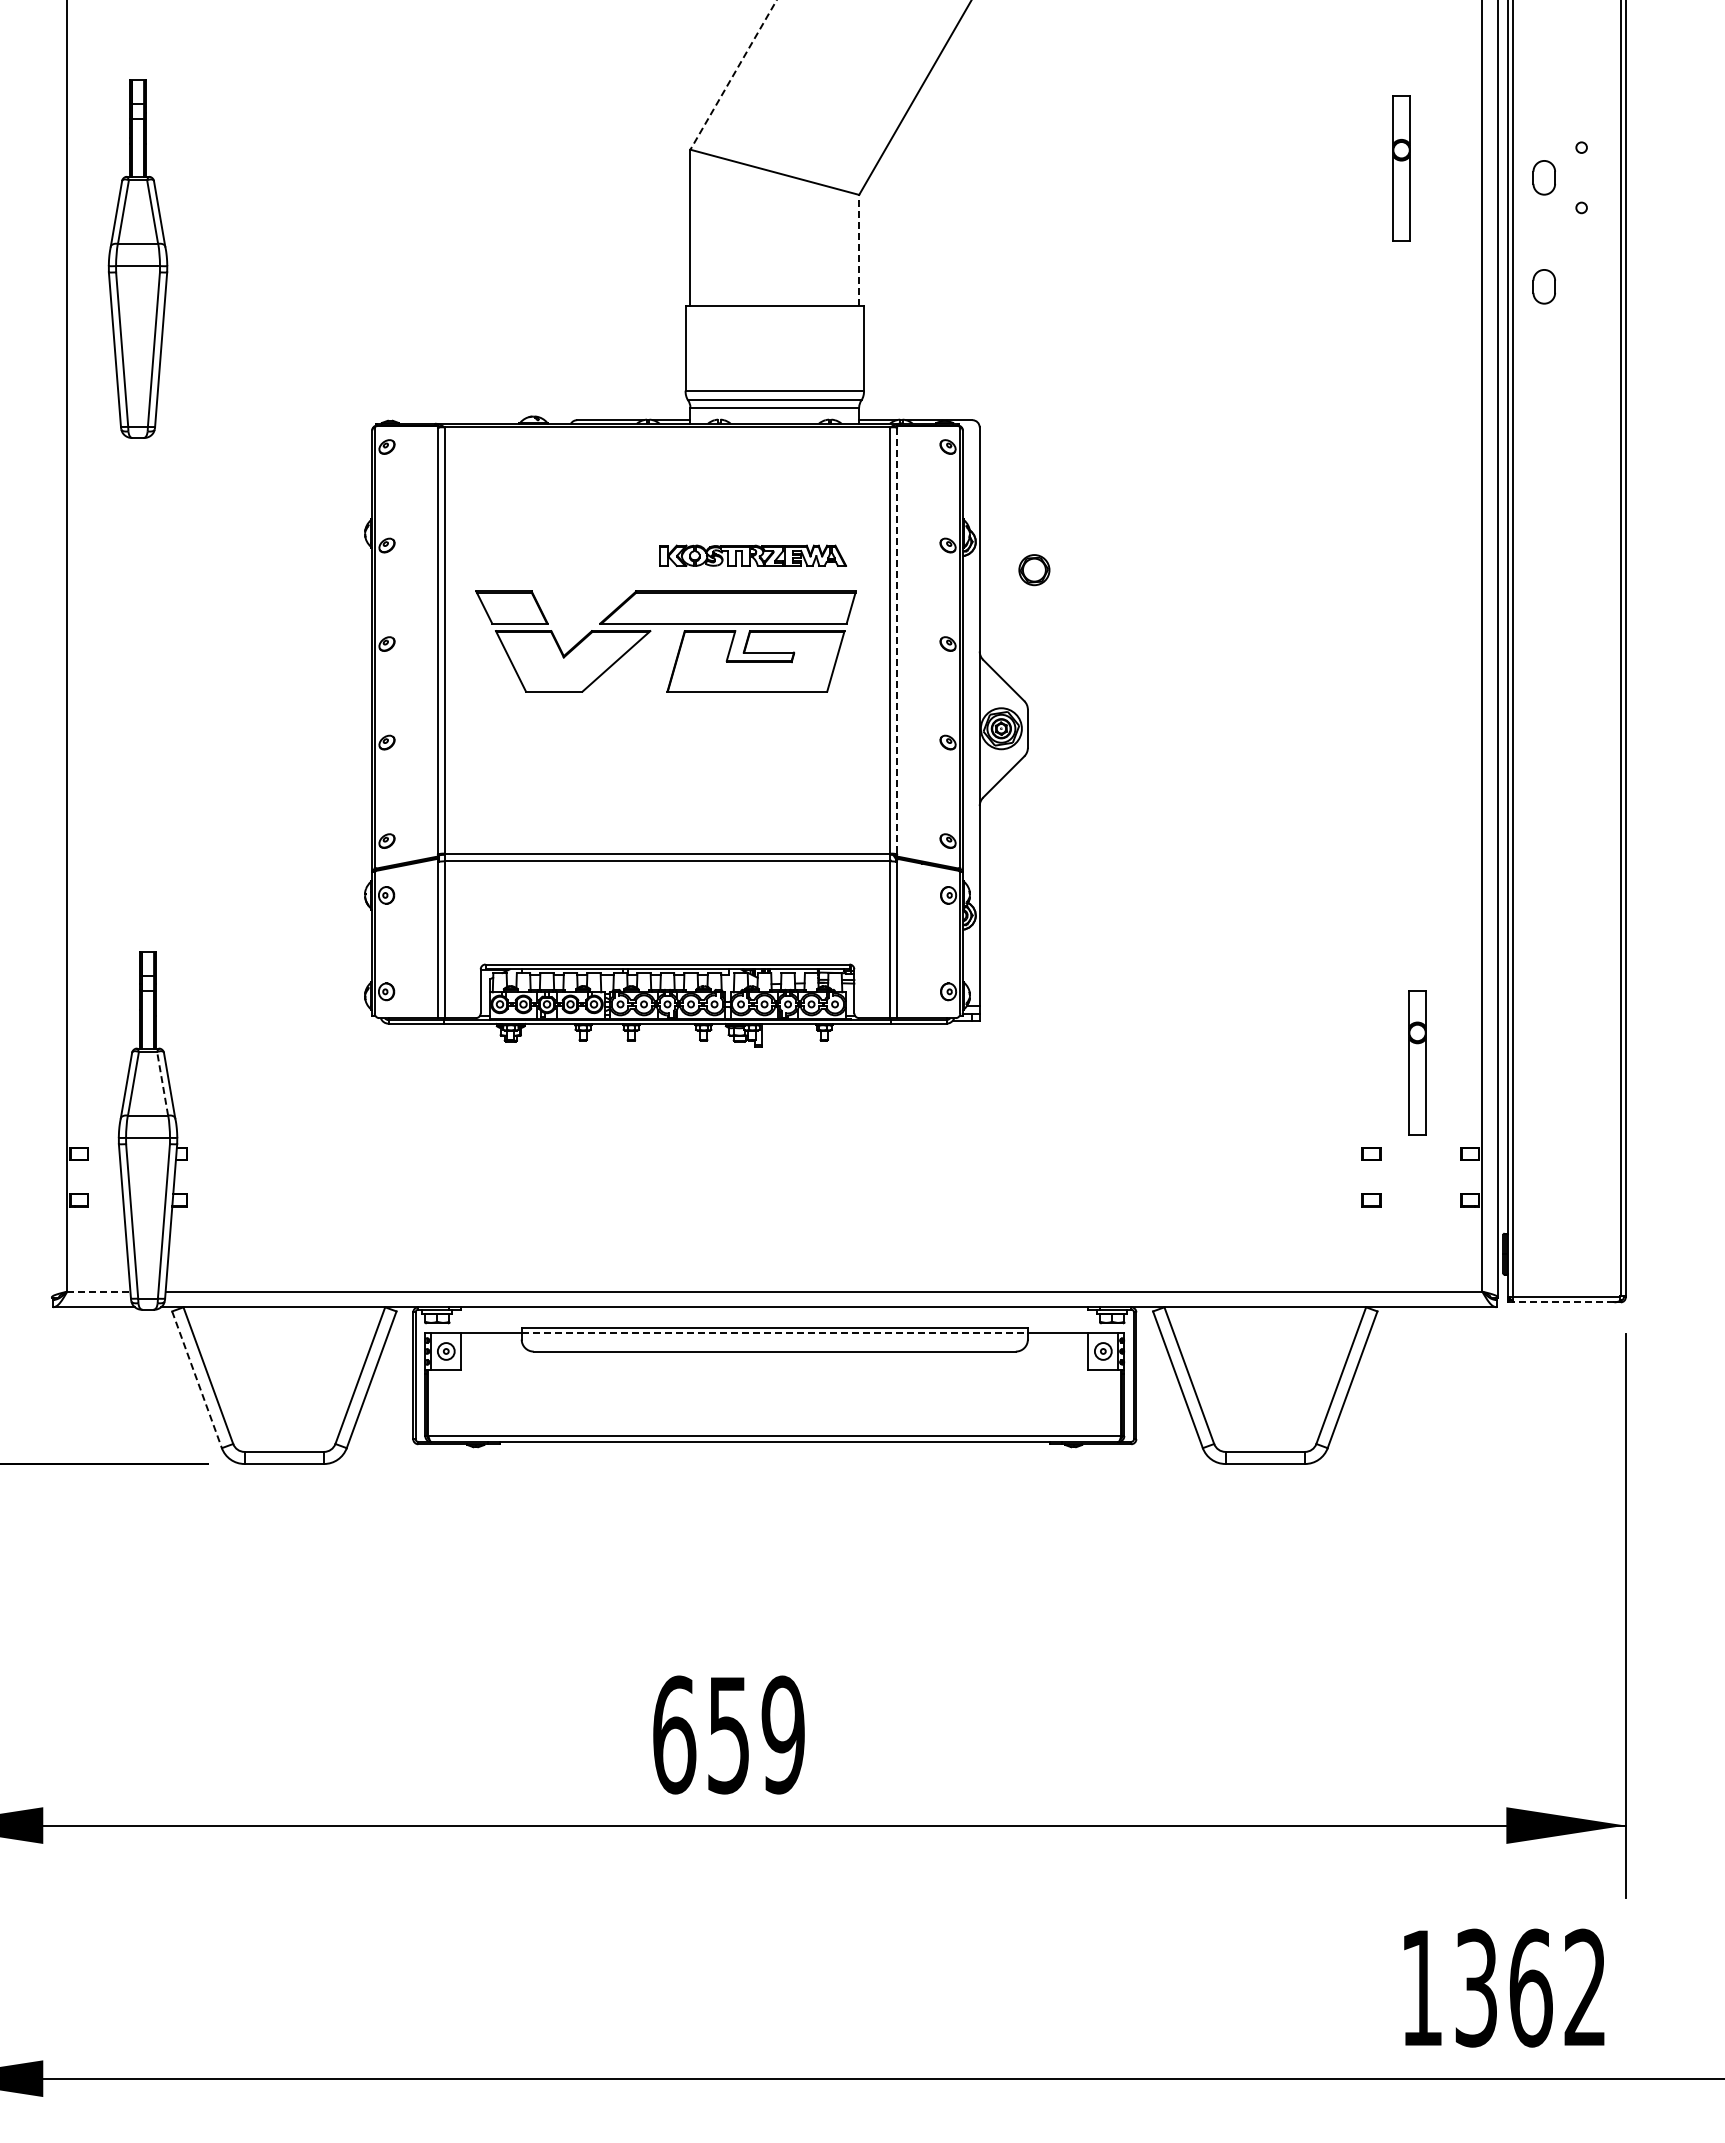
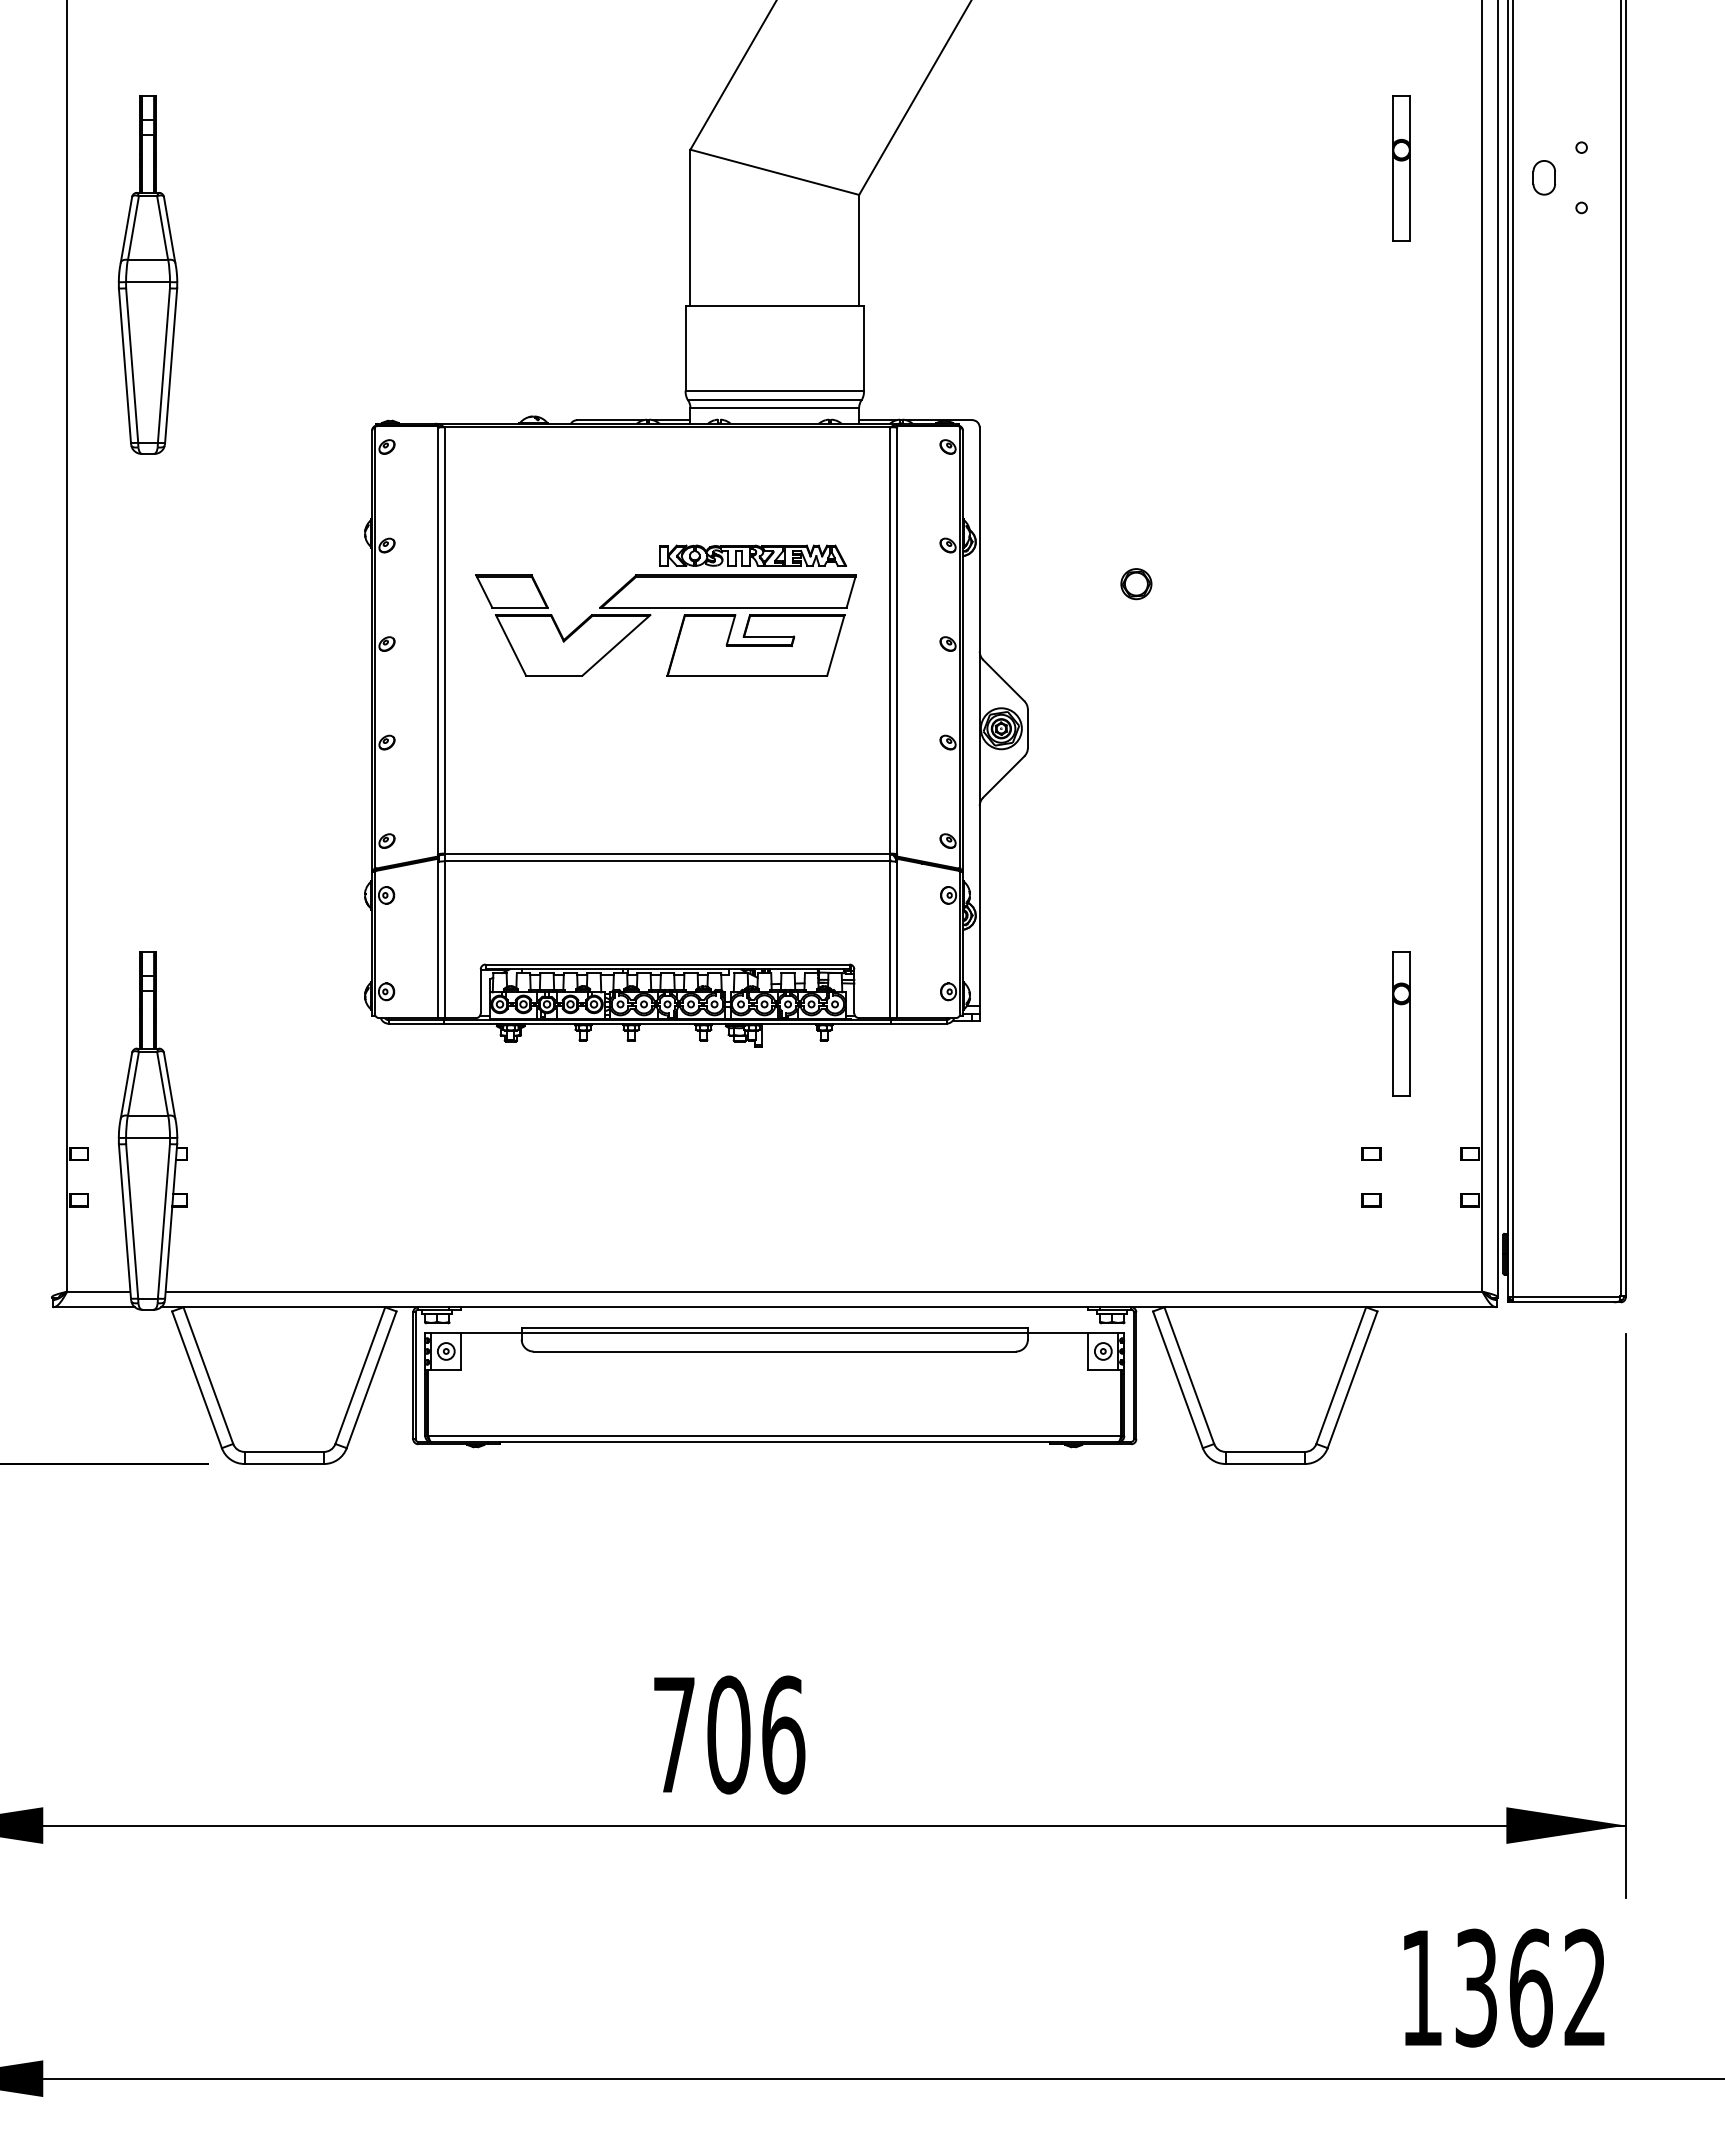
line at (733, 75): dashed -> solid
line at (859, 250): dashed -> solid
part at (137, 258) position: (137, 258) -> (147, 274)
part at (1543, 286): present -> none
part at (1034, 570) position: (1034, 570) -> (1136, 584)
line at (897, 641): dashed -> solid
part at (679, 645) position: (679, 645) -> (679, 629)
part at (1417, 1062) position: (1417, 1062) -> (1401, 1023)
line at (162, 1083): dashed -> solid
line at (98, 1291): dashed -> solid
line at (1563, 1302): dashed -> solid
line at (775, 1333): dashed -> solid
line at (197, 1379): dashed -> solid
text at (729, 1734): 659 -> 706
